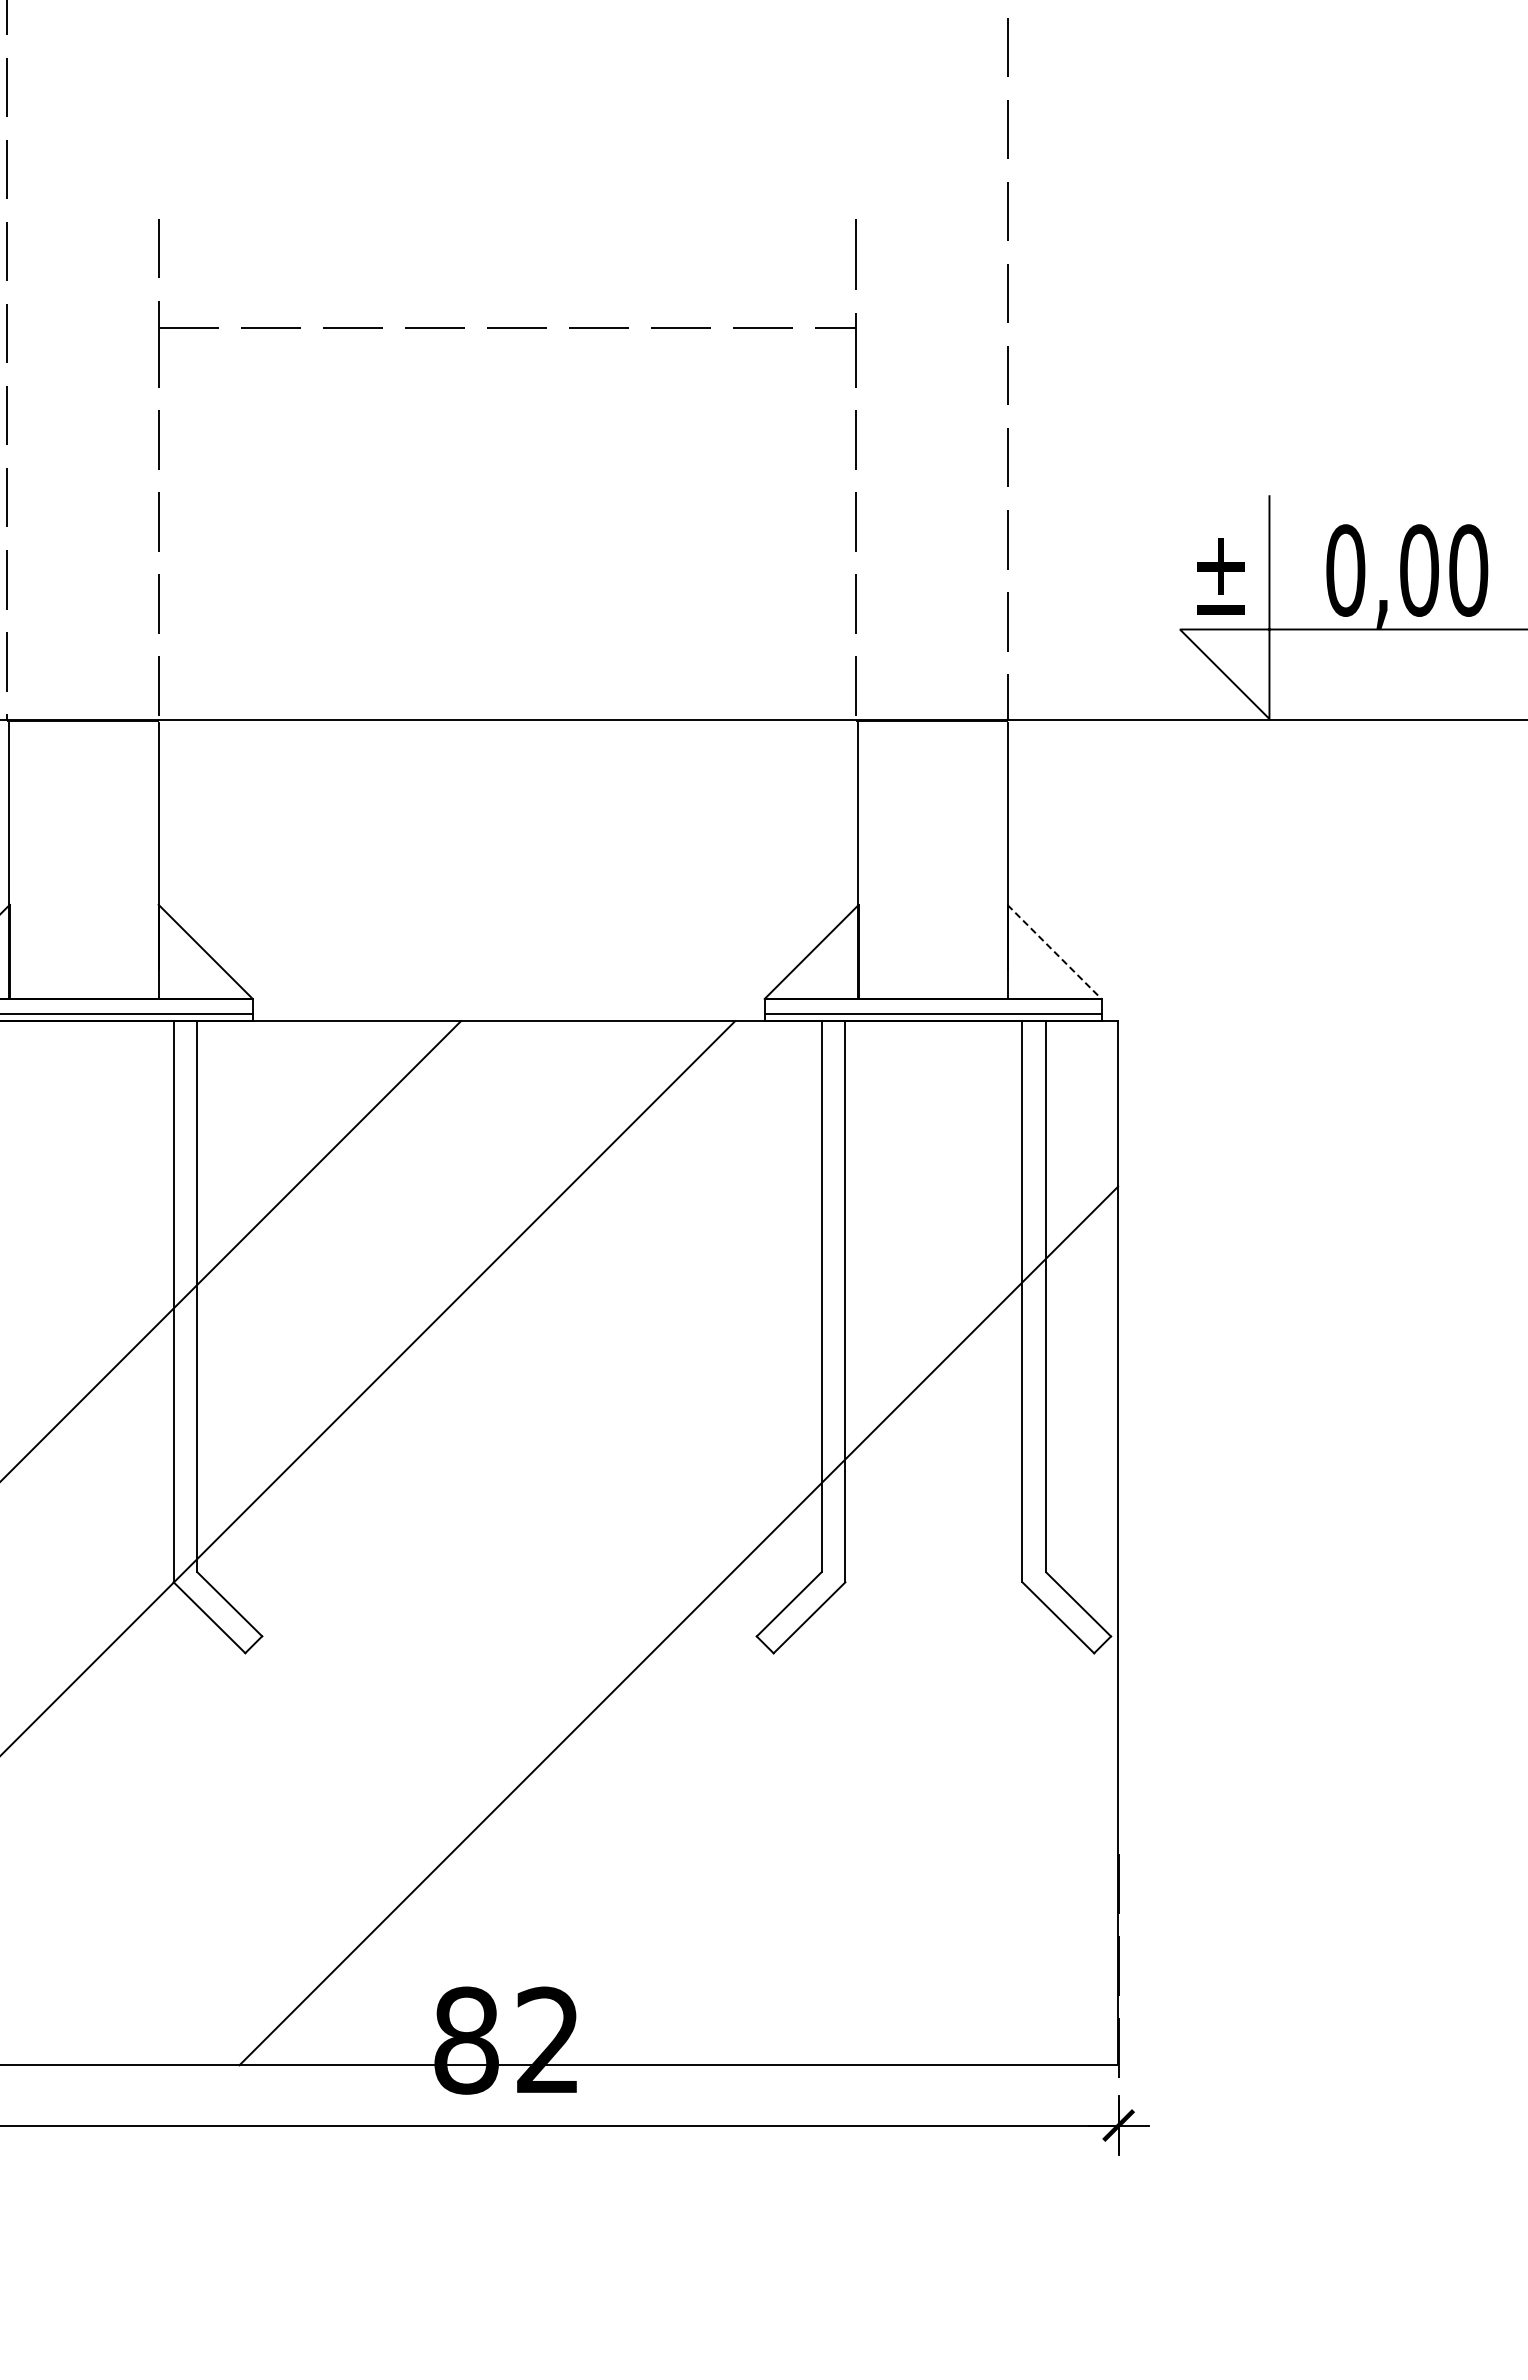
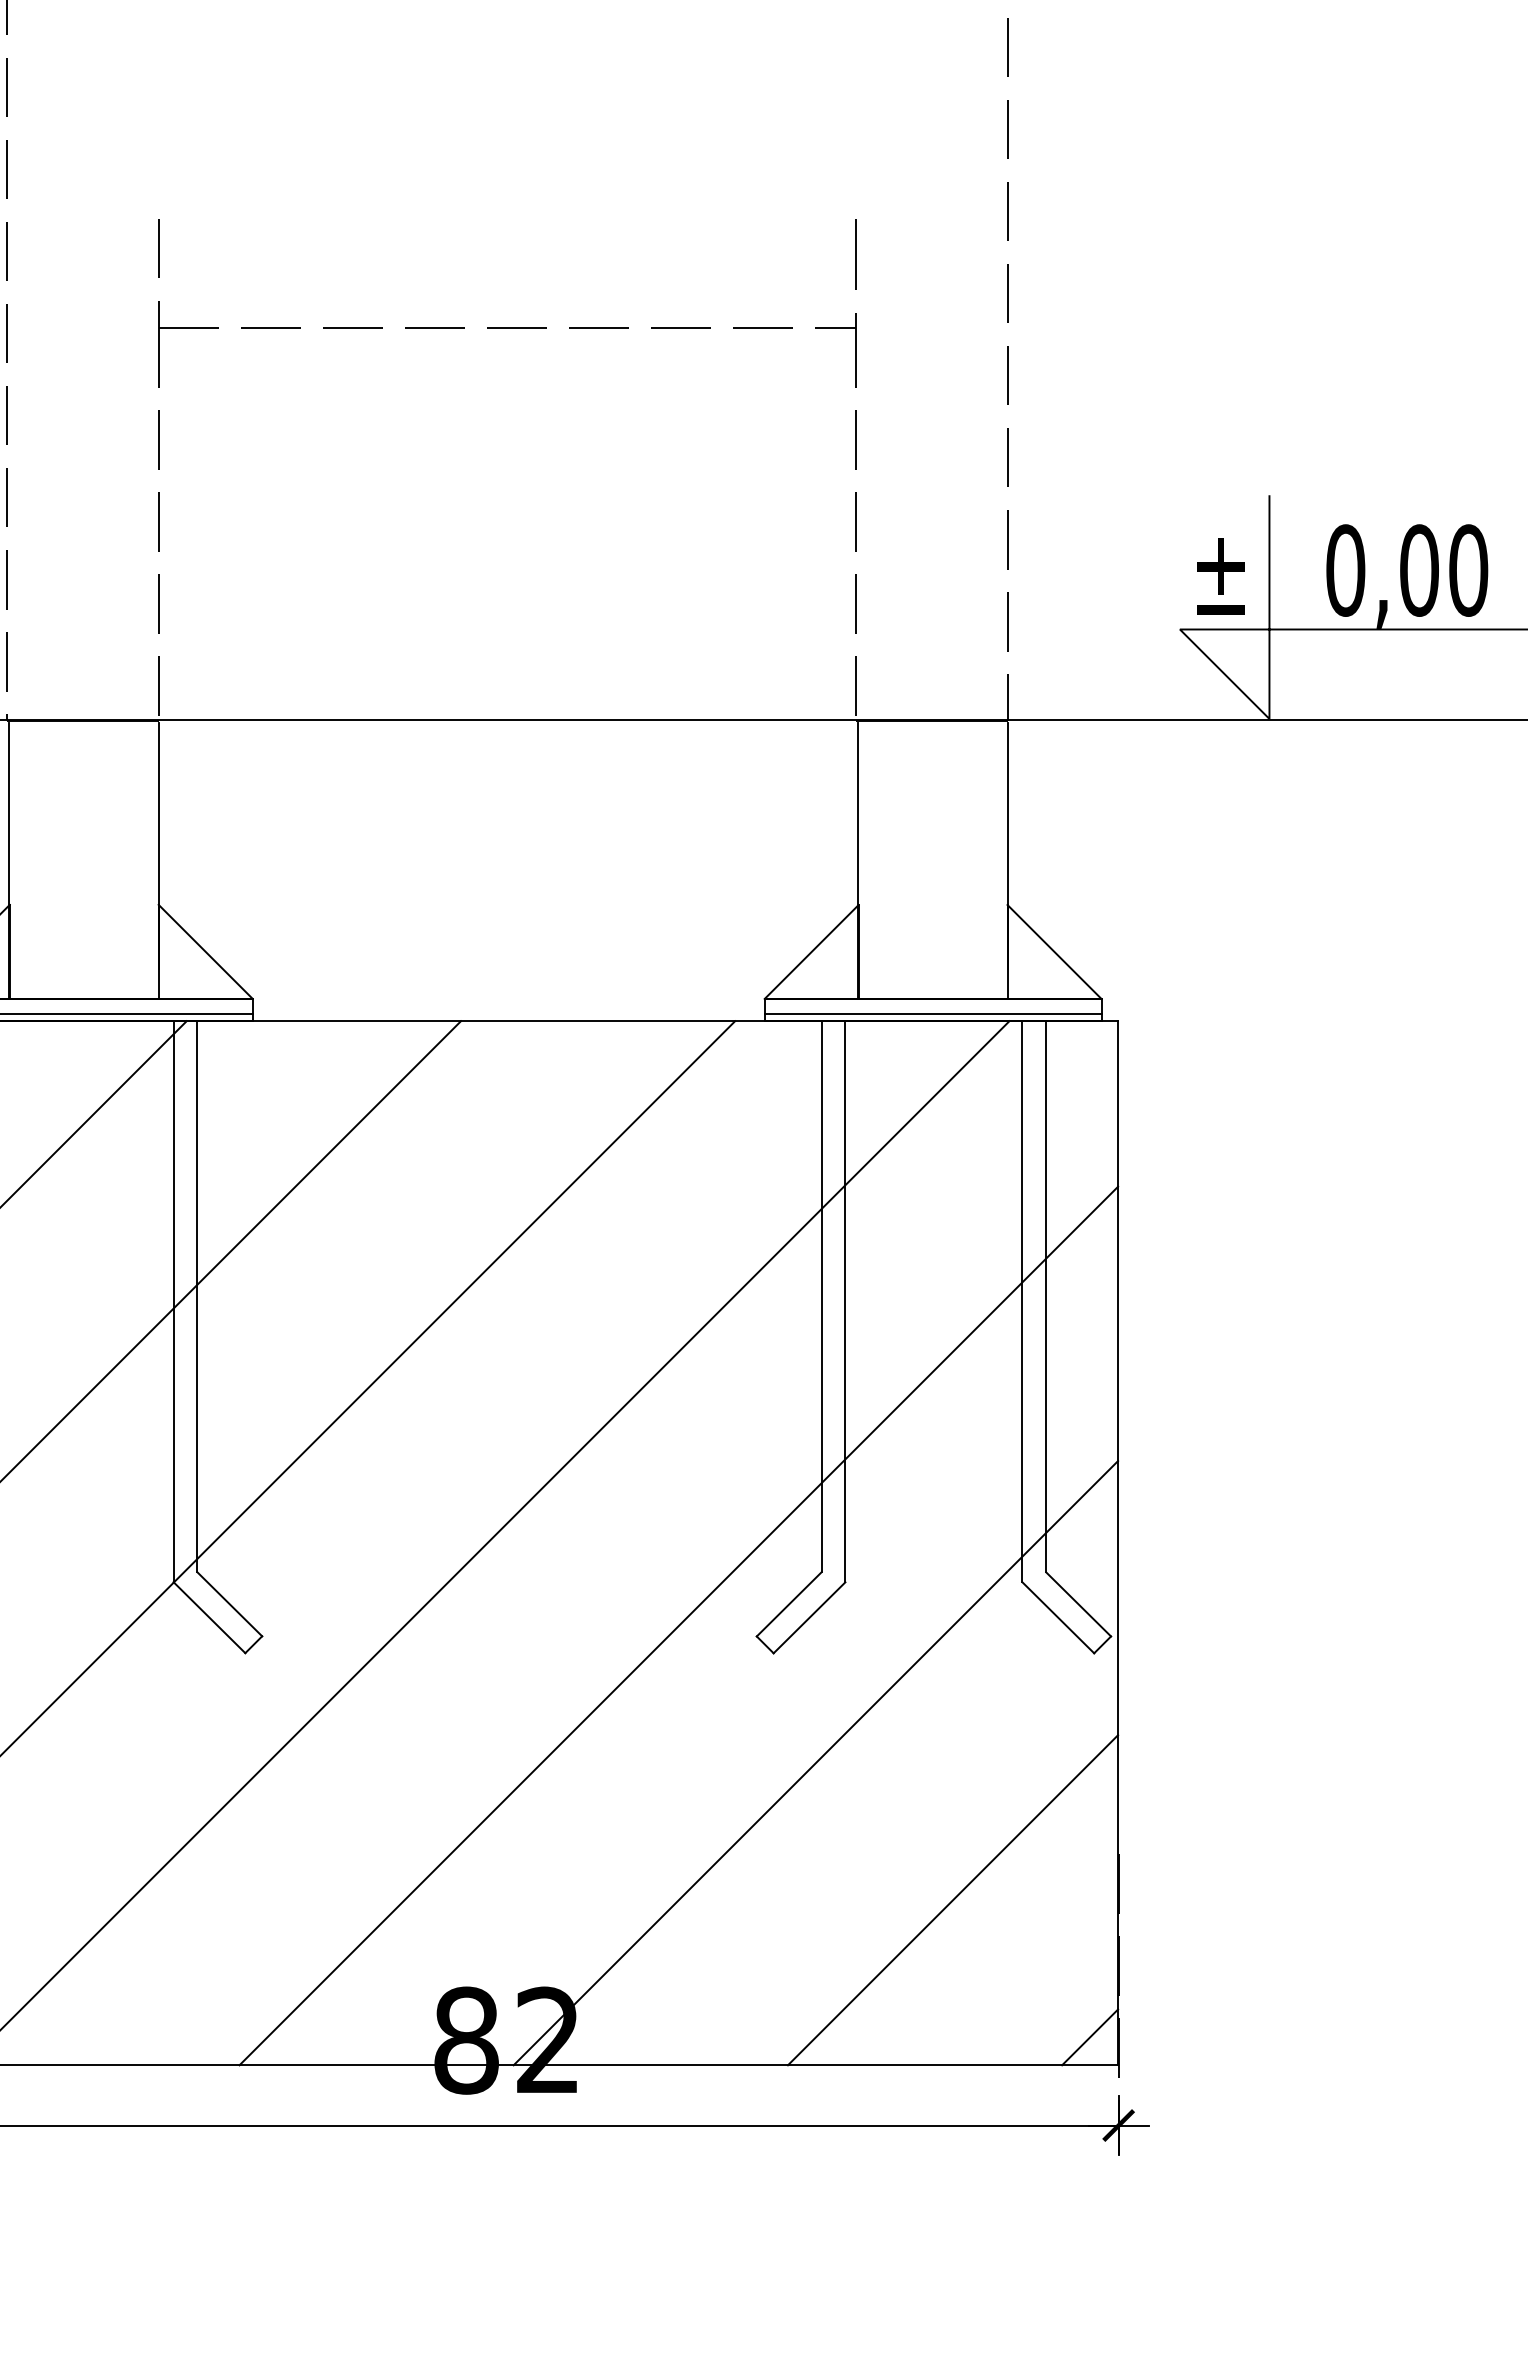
line at (1054, 952): dashed -> solid
line at (94, 1113): none -> present
line at (505, 1524): none -> present
line at (815, 1763): none -> present
line at (952, 1900): none -> present
line at (1090, 2037): none -> present
